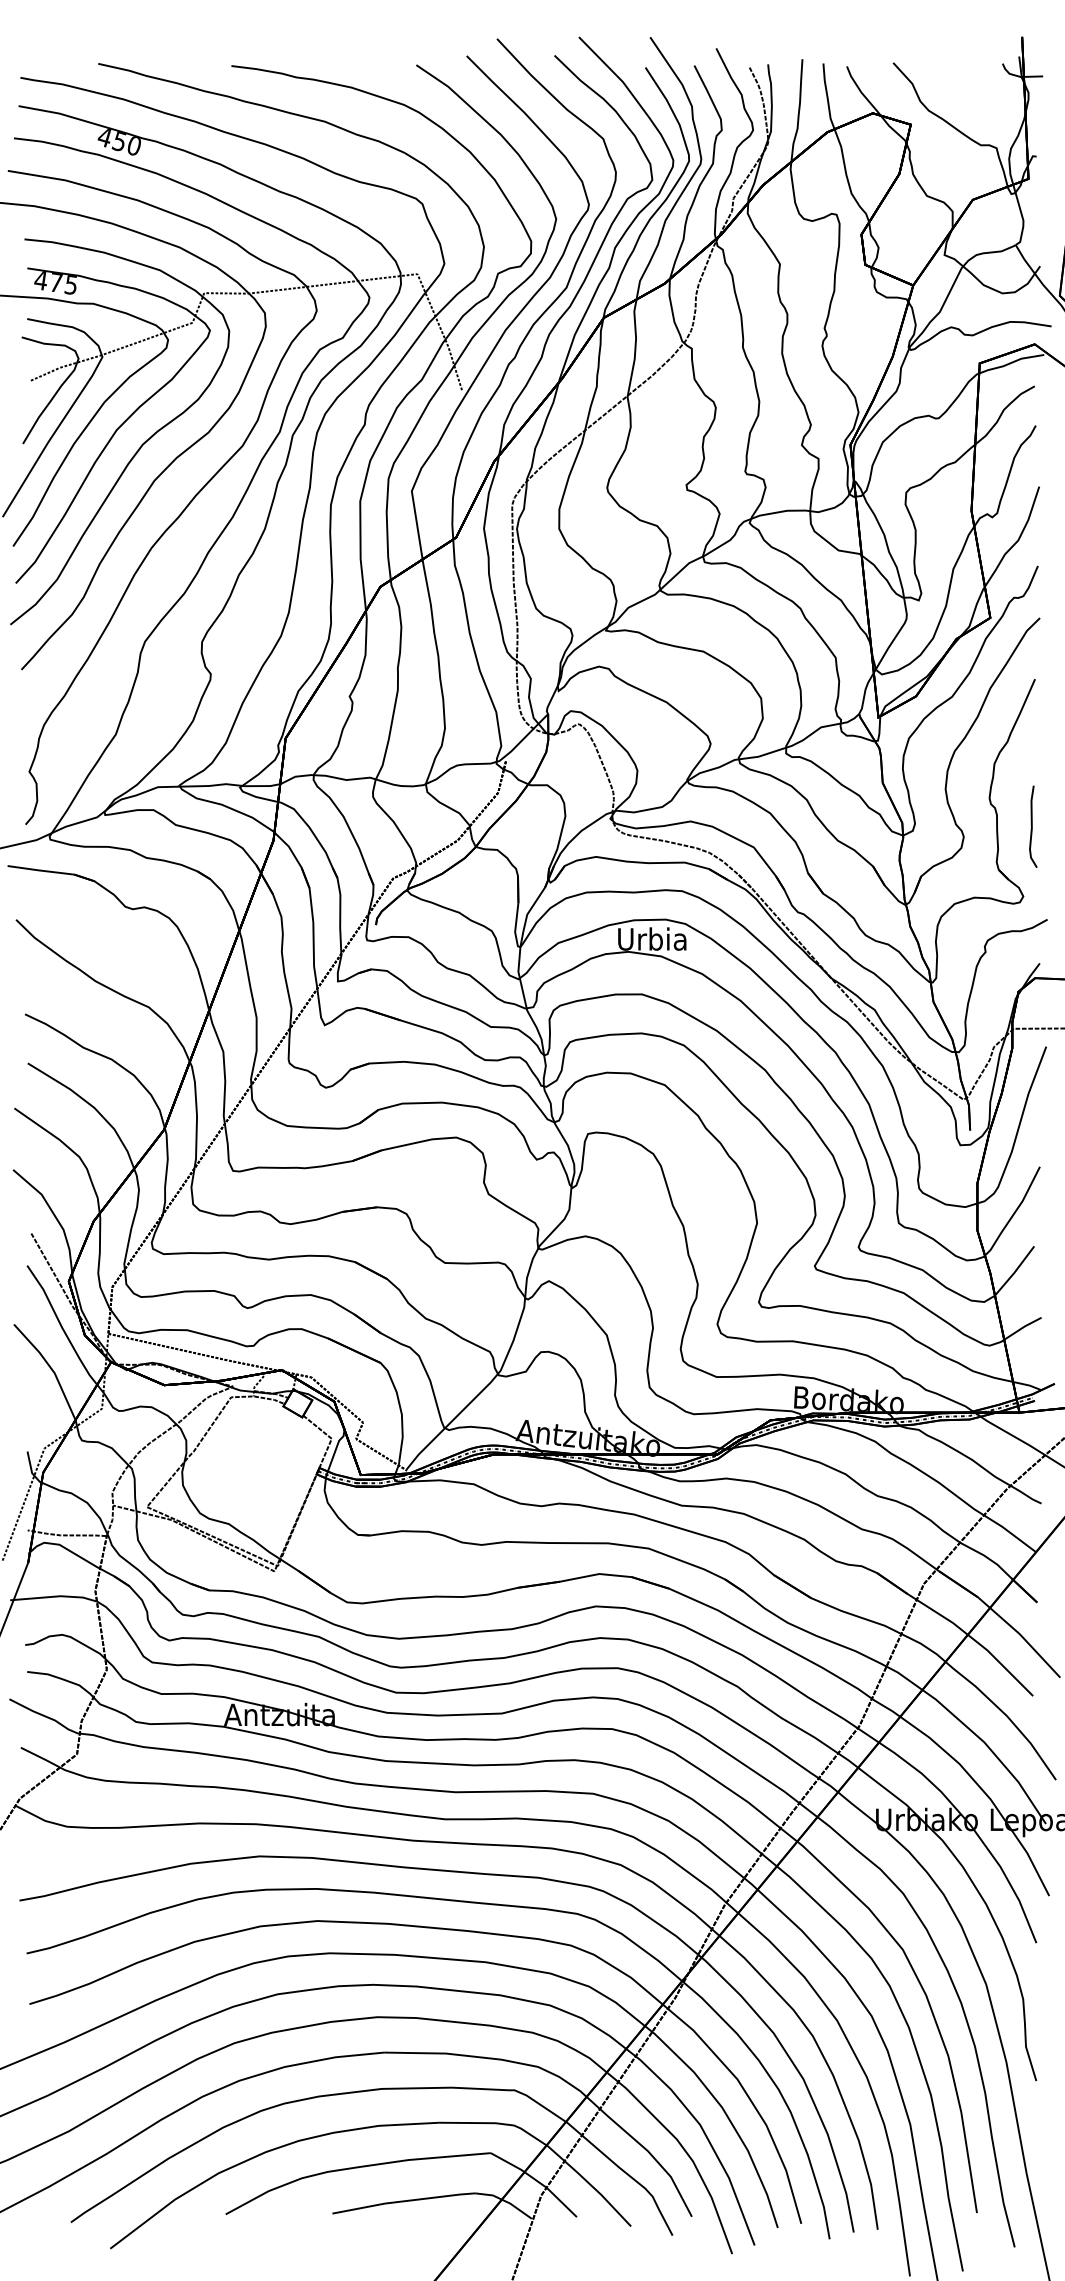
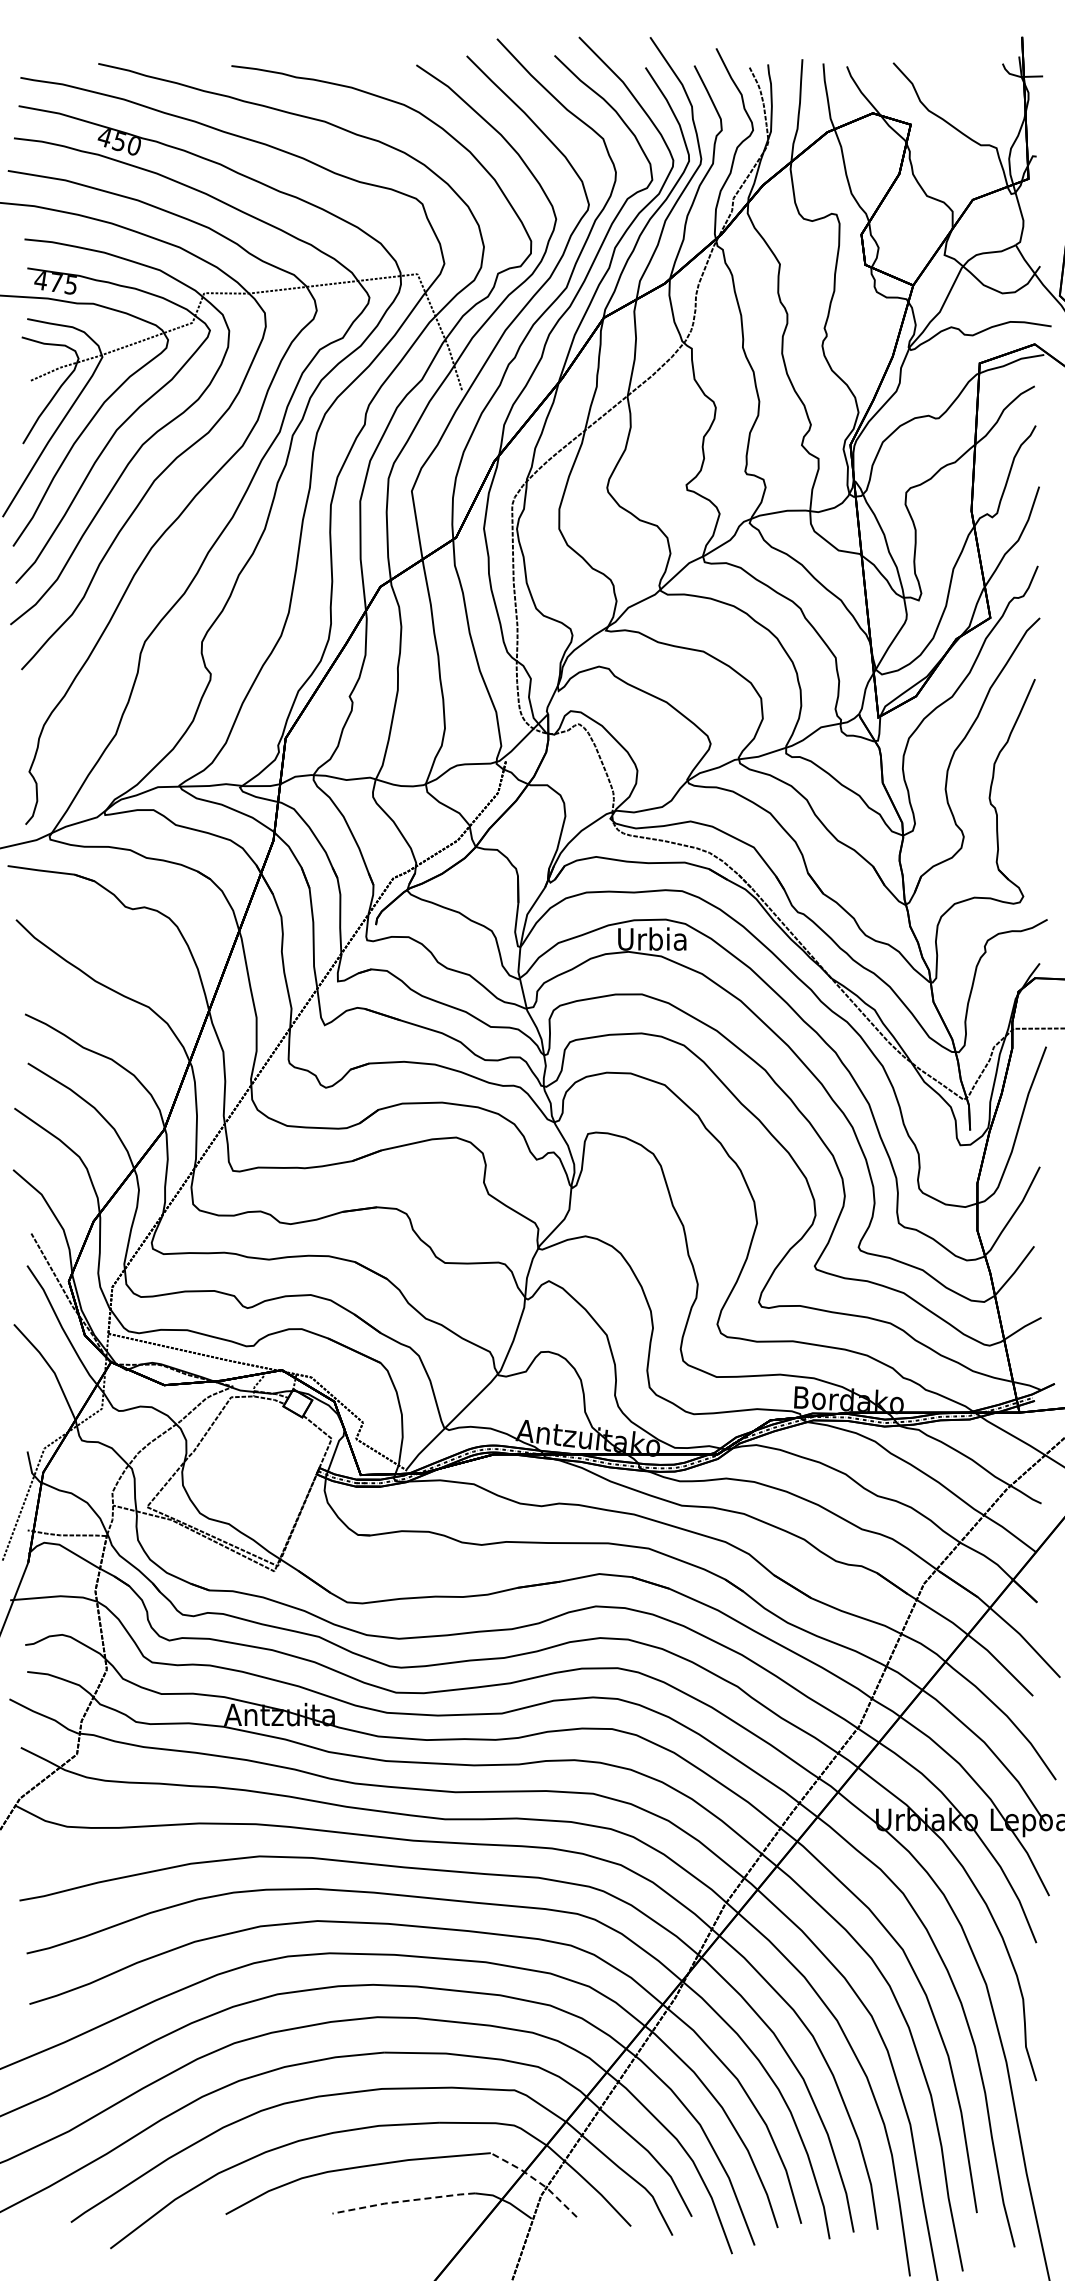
curve at (1032, 826): present -> none
line at (536, 2180): solid -> dashed
line at (403, 2201): solid -> dashed
